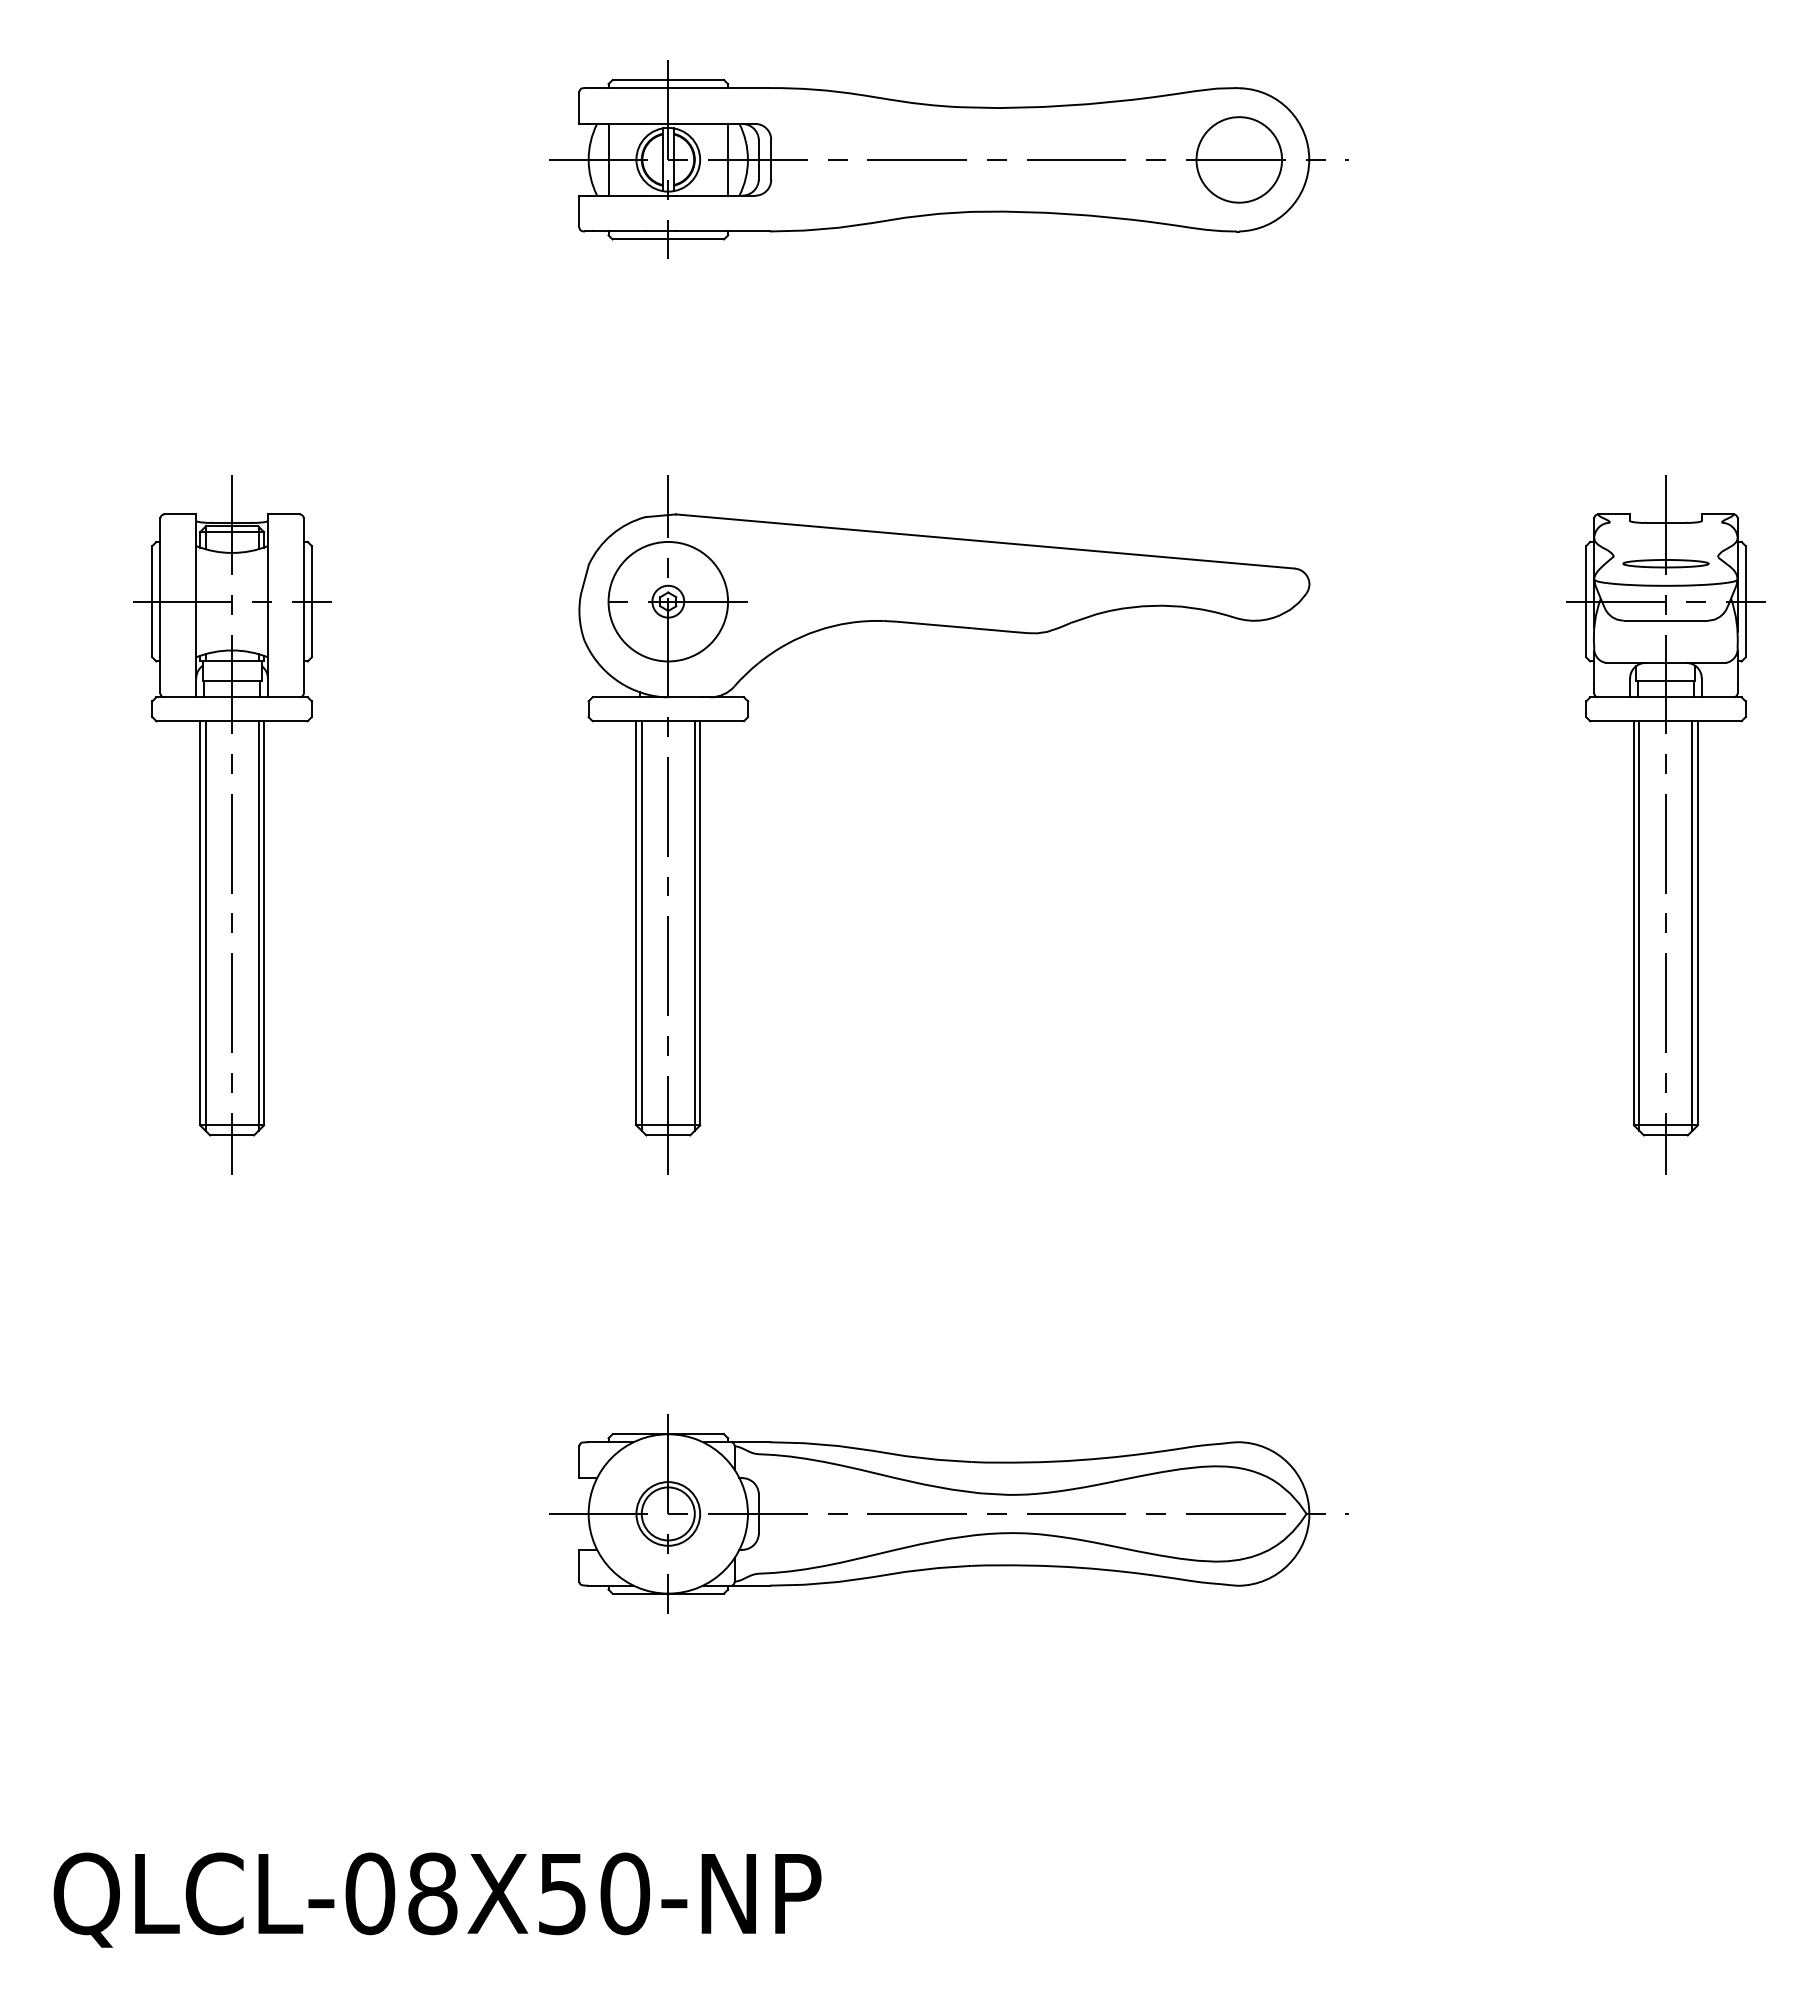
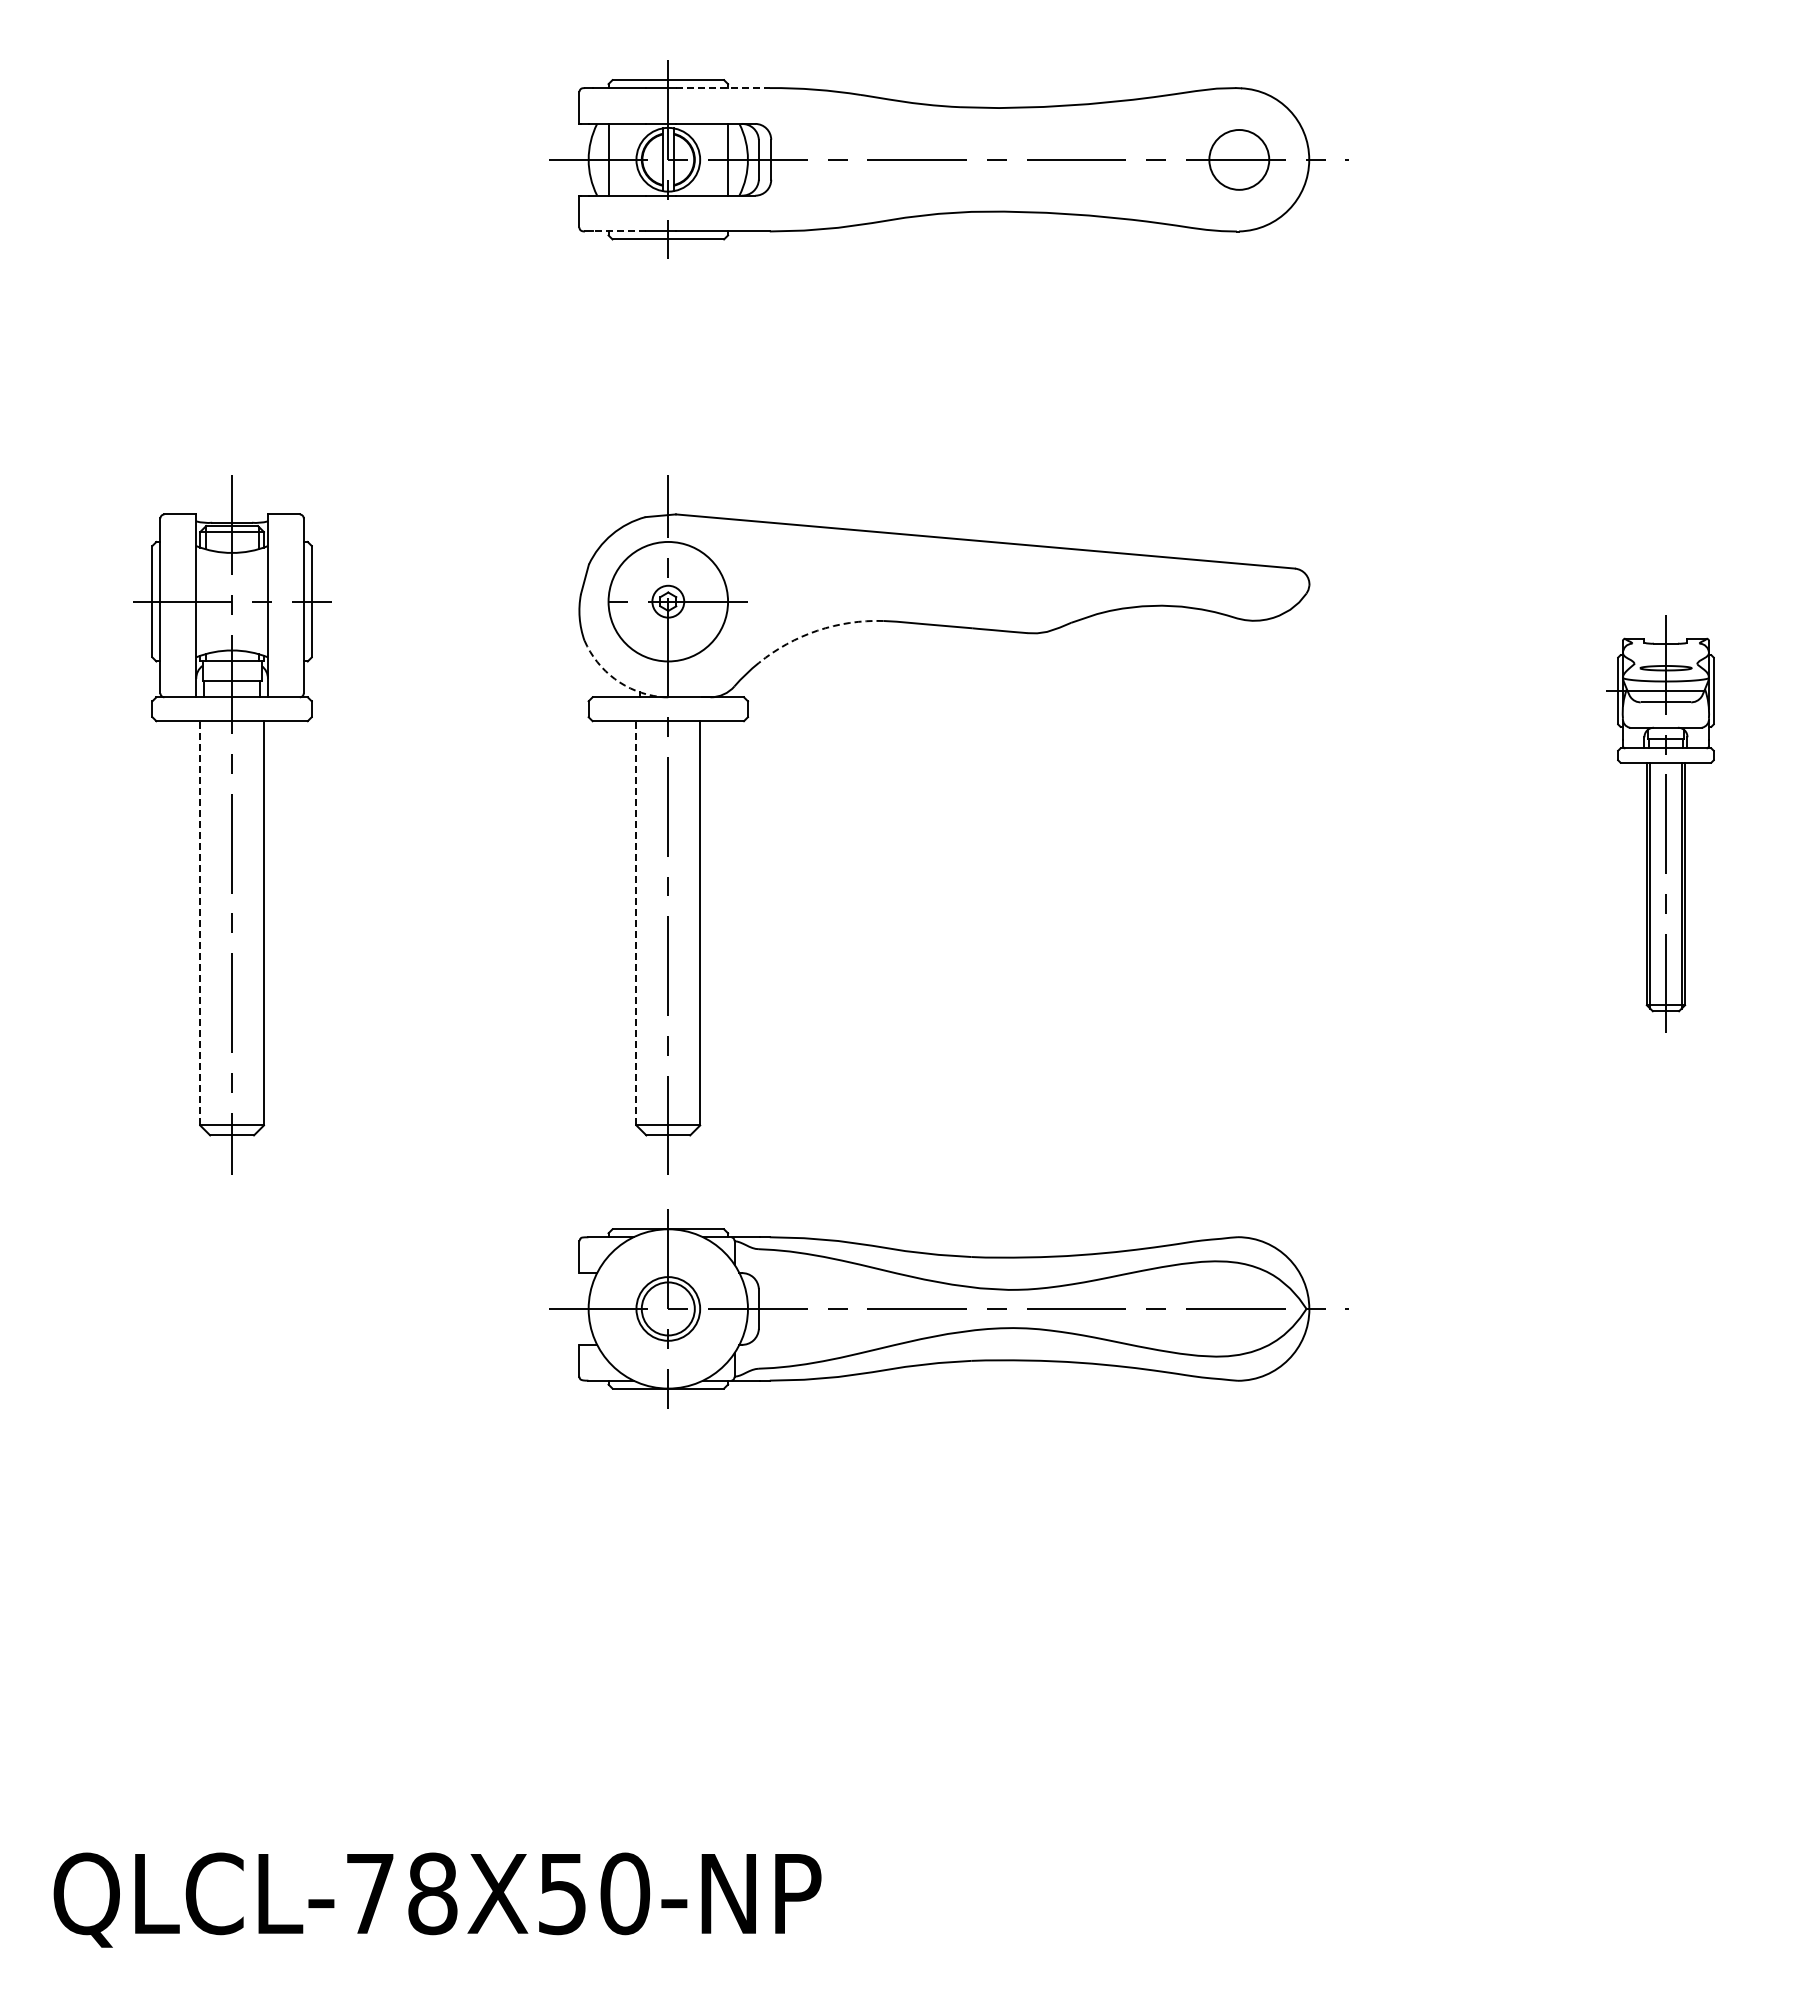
line at (722, 88): solid -> dashed
circle at (1239, 159) diameter: 86 px -> 60 px
line at (619, 231): solid -> dashed
arc at (817, 630): solid -> dashed
arc at (614, 678): solid -> dashed
part at (1665, 824) size: 200x700 px -> 109x418 px
line at (200, 922): solid -> dashed
line at (636, 922): solid -> dashed
line at (205, 925): present -> none
line at (258, 925): present -> none
line at (641, 925): present -> none
line at (694, 925): present -> none
part at (948, 1513) position: (948, 1513) -> (948, 1308)
text at (370, 1893): QLCL-08X50-NP -> QLCL-78X50-NP
